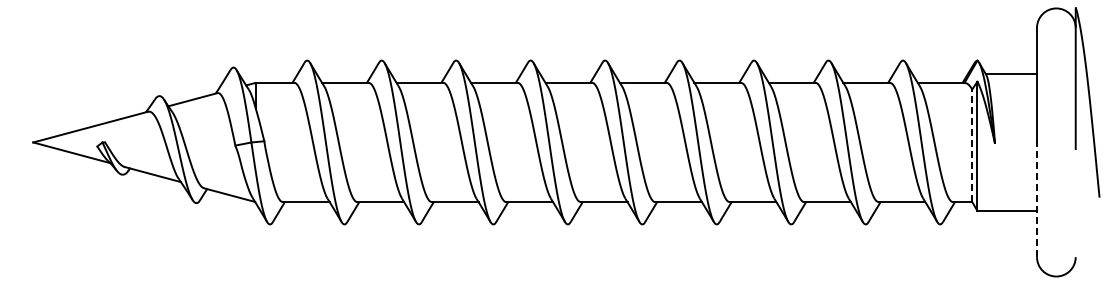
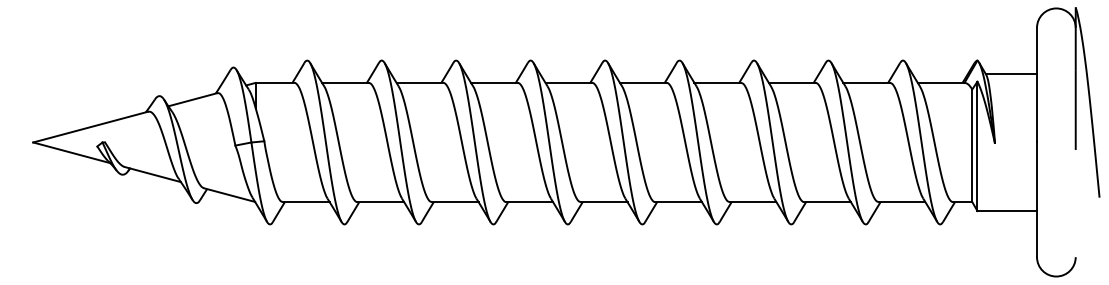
line at (972, 145): dashed -> solid
line at (1037, 199): dashed -> solid
